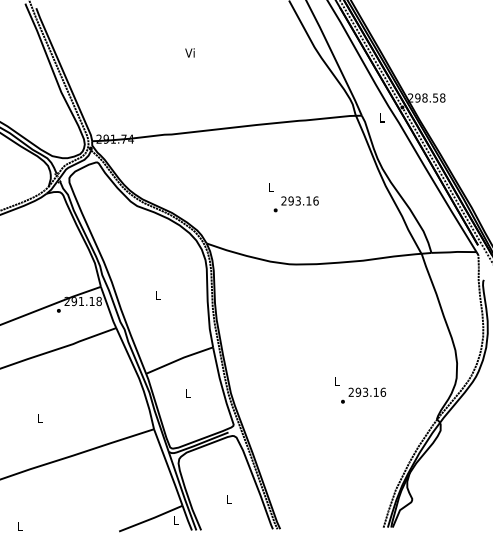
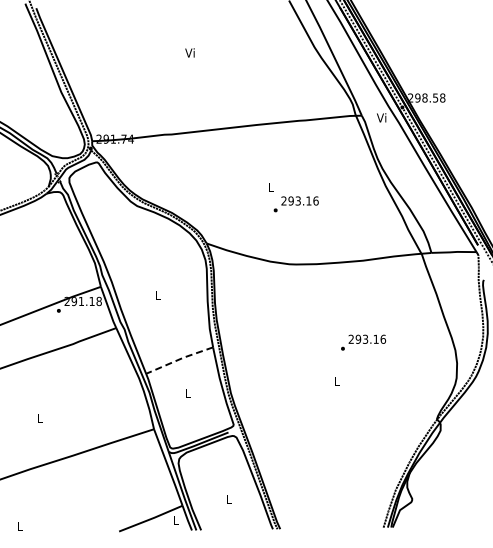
text at (381, 117): L -> Vi
line at (179, 359): solid -> dashed
text at (363, 395) position: (363, 395) -> (363, 342)
